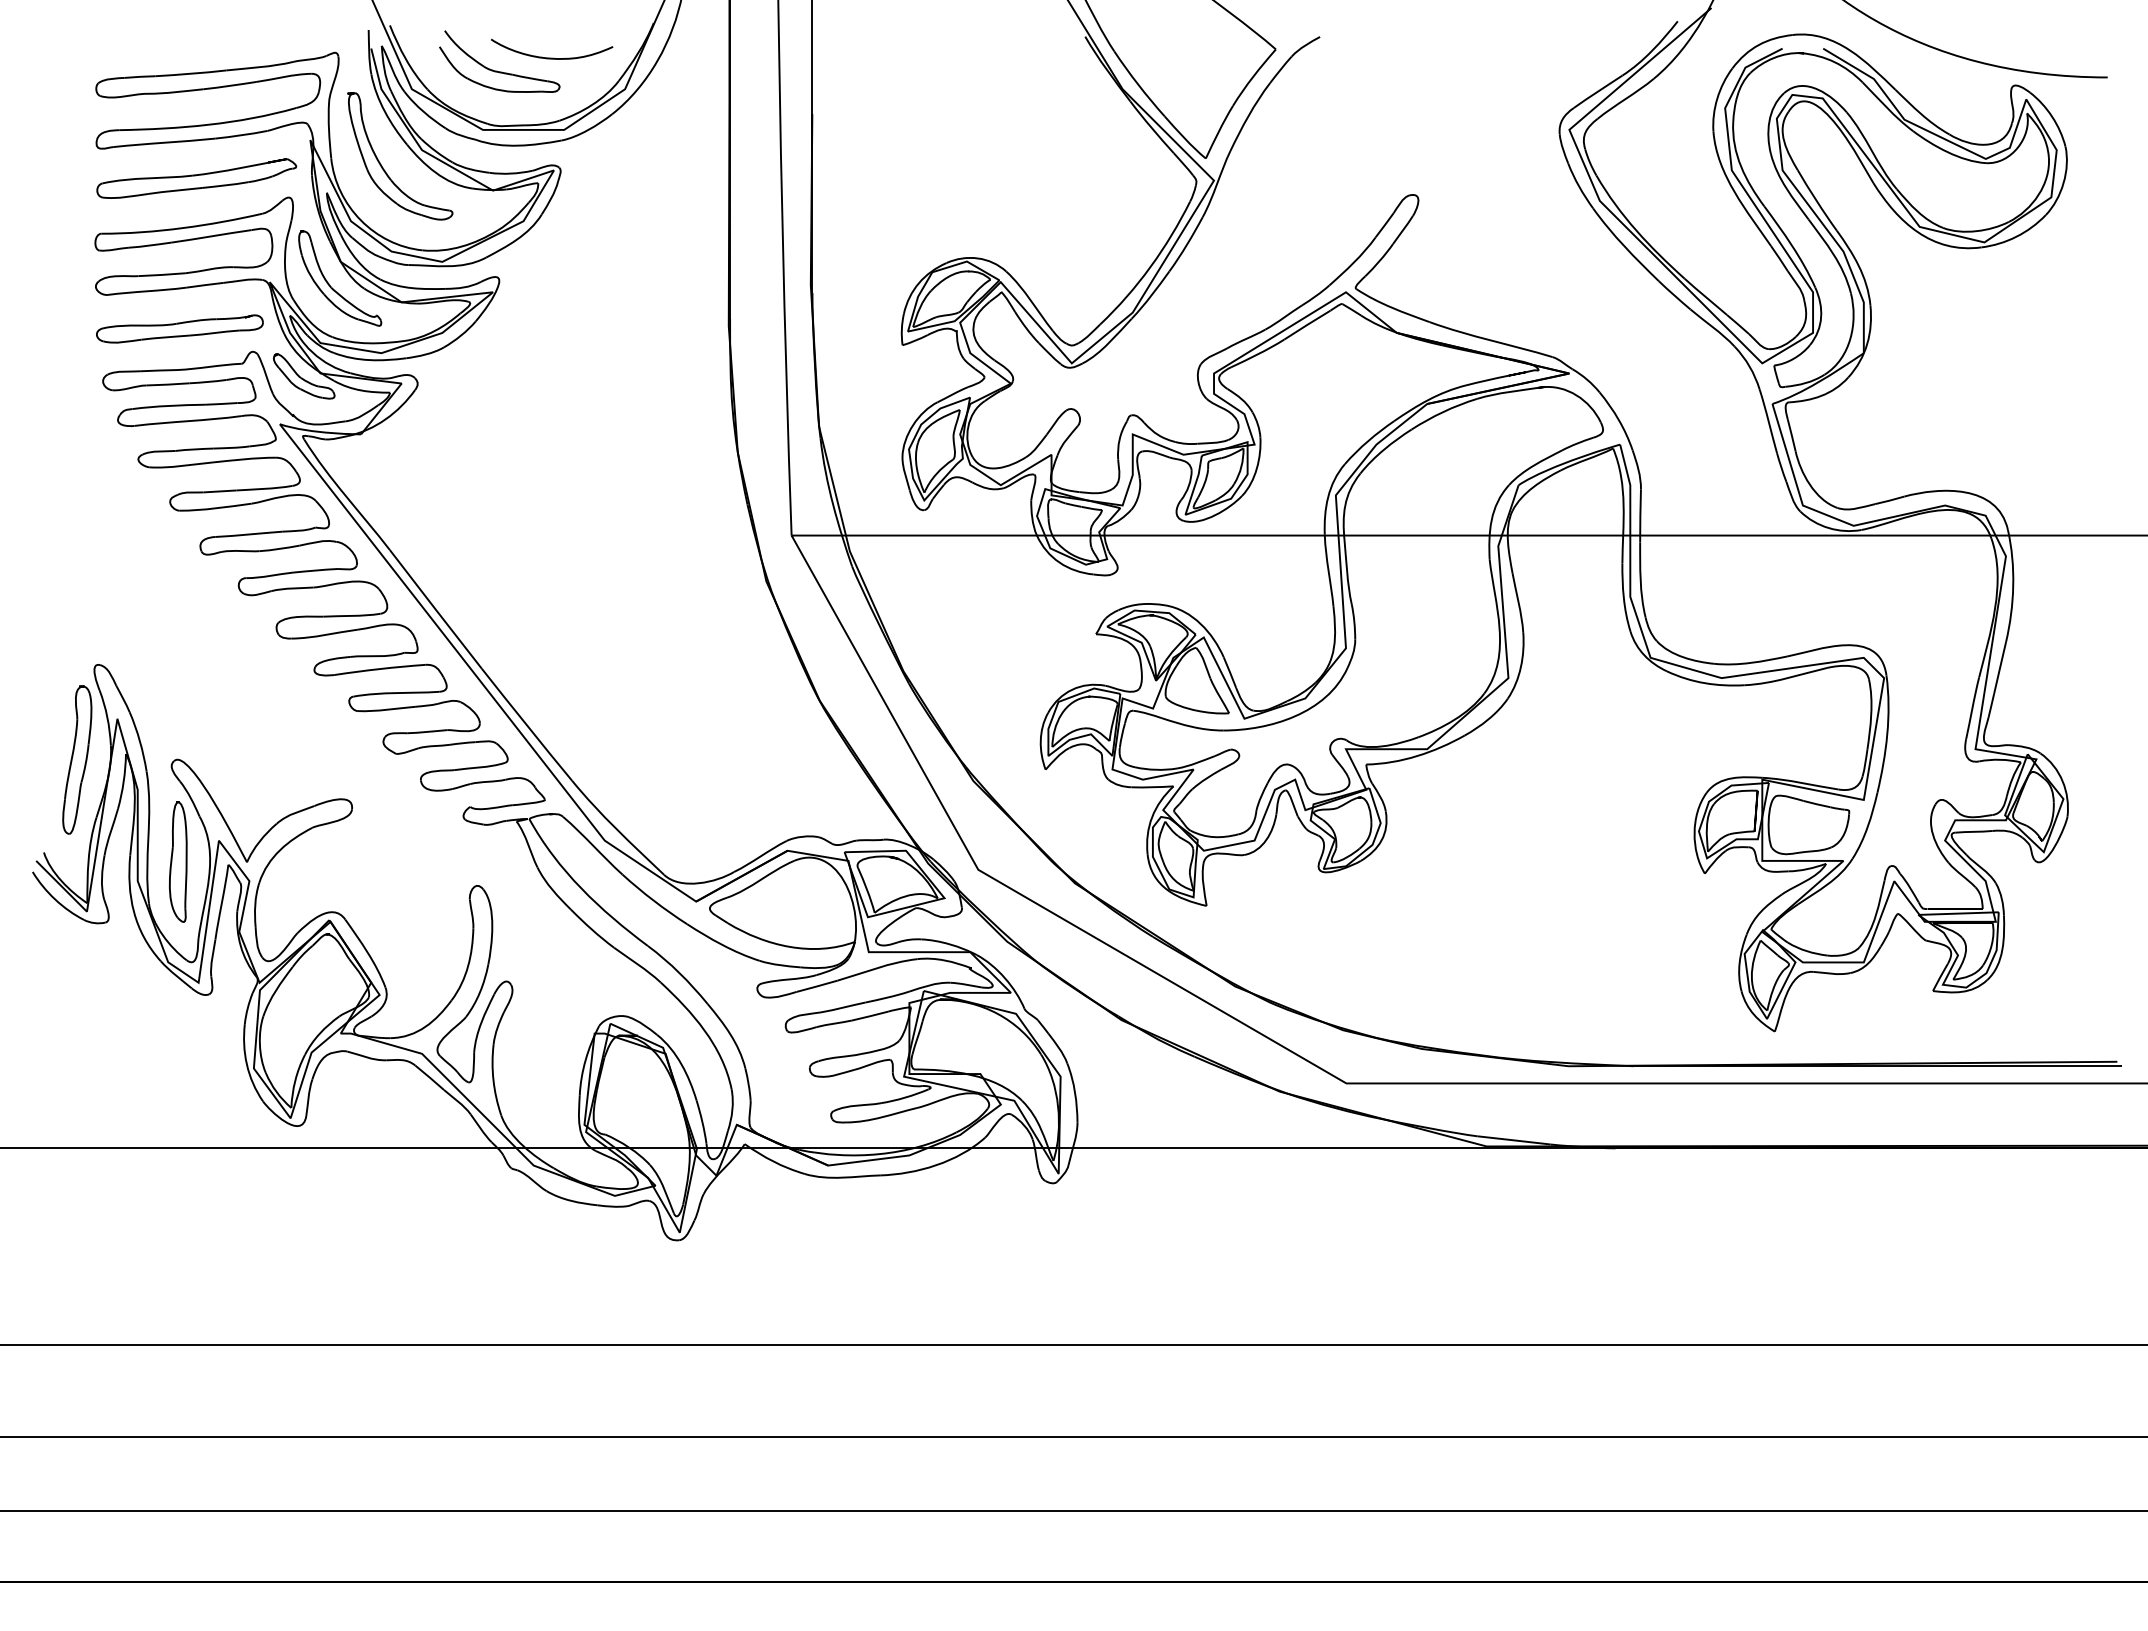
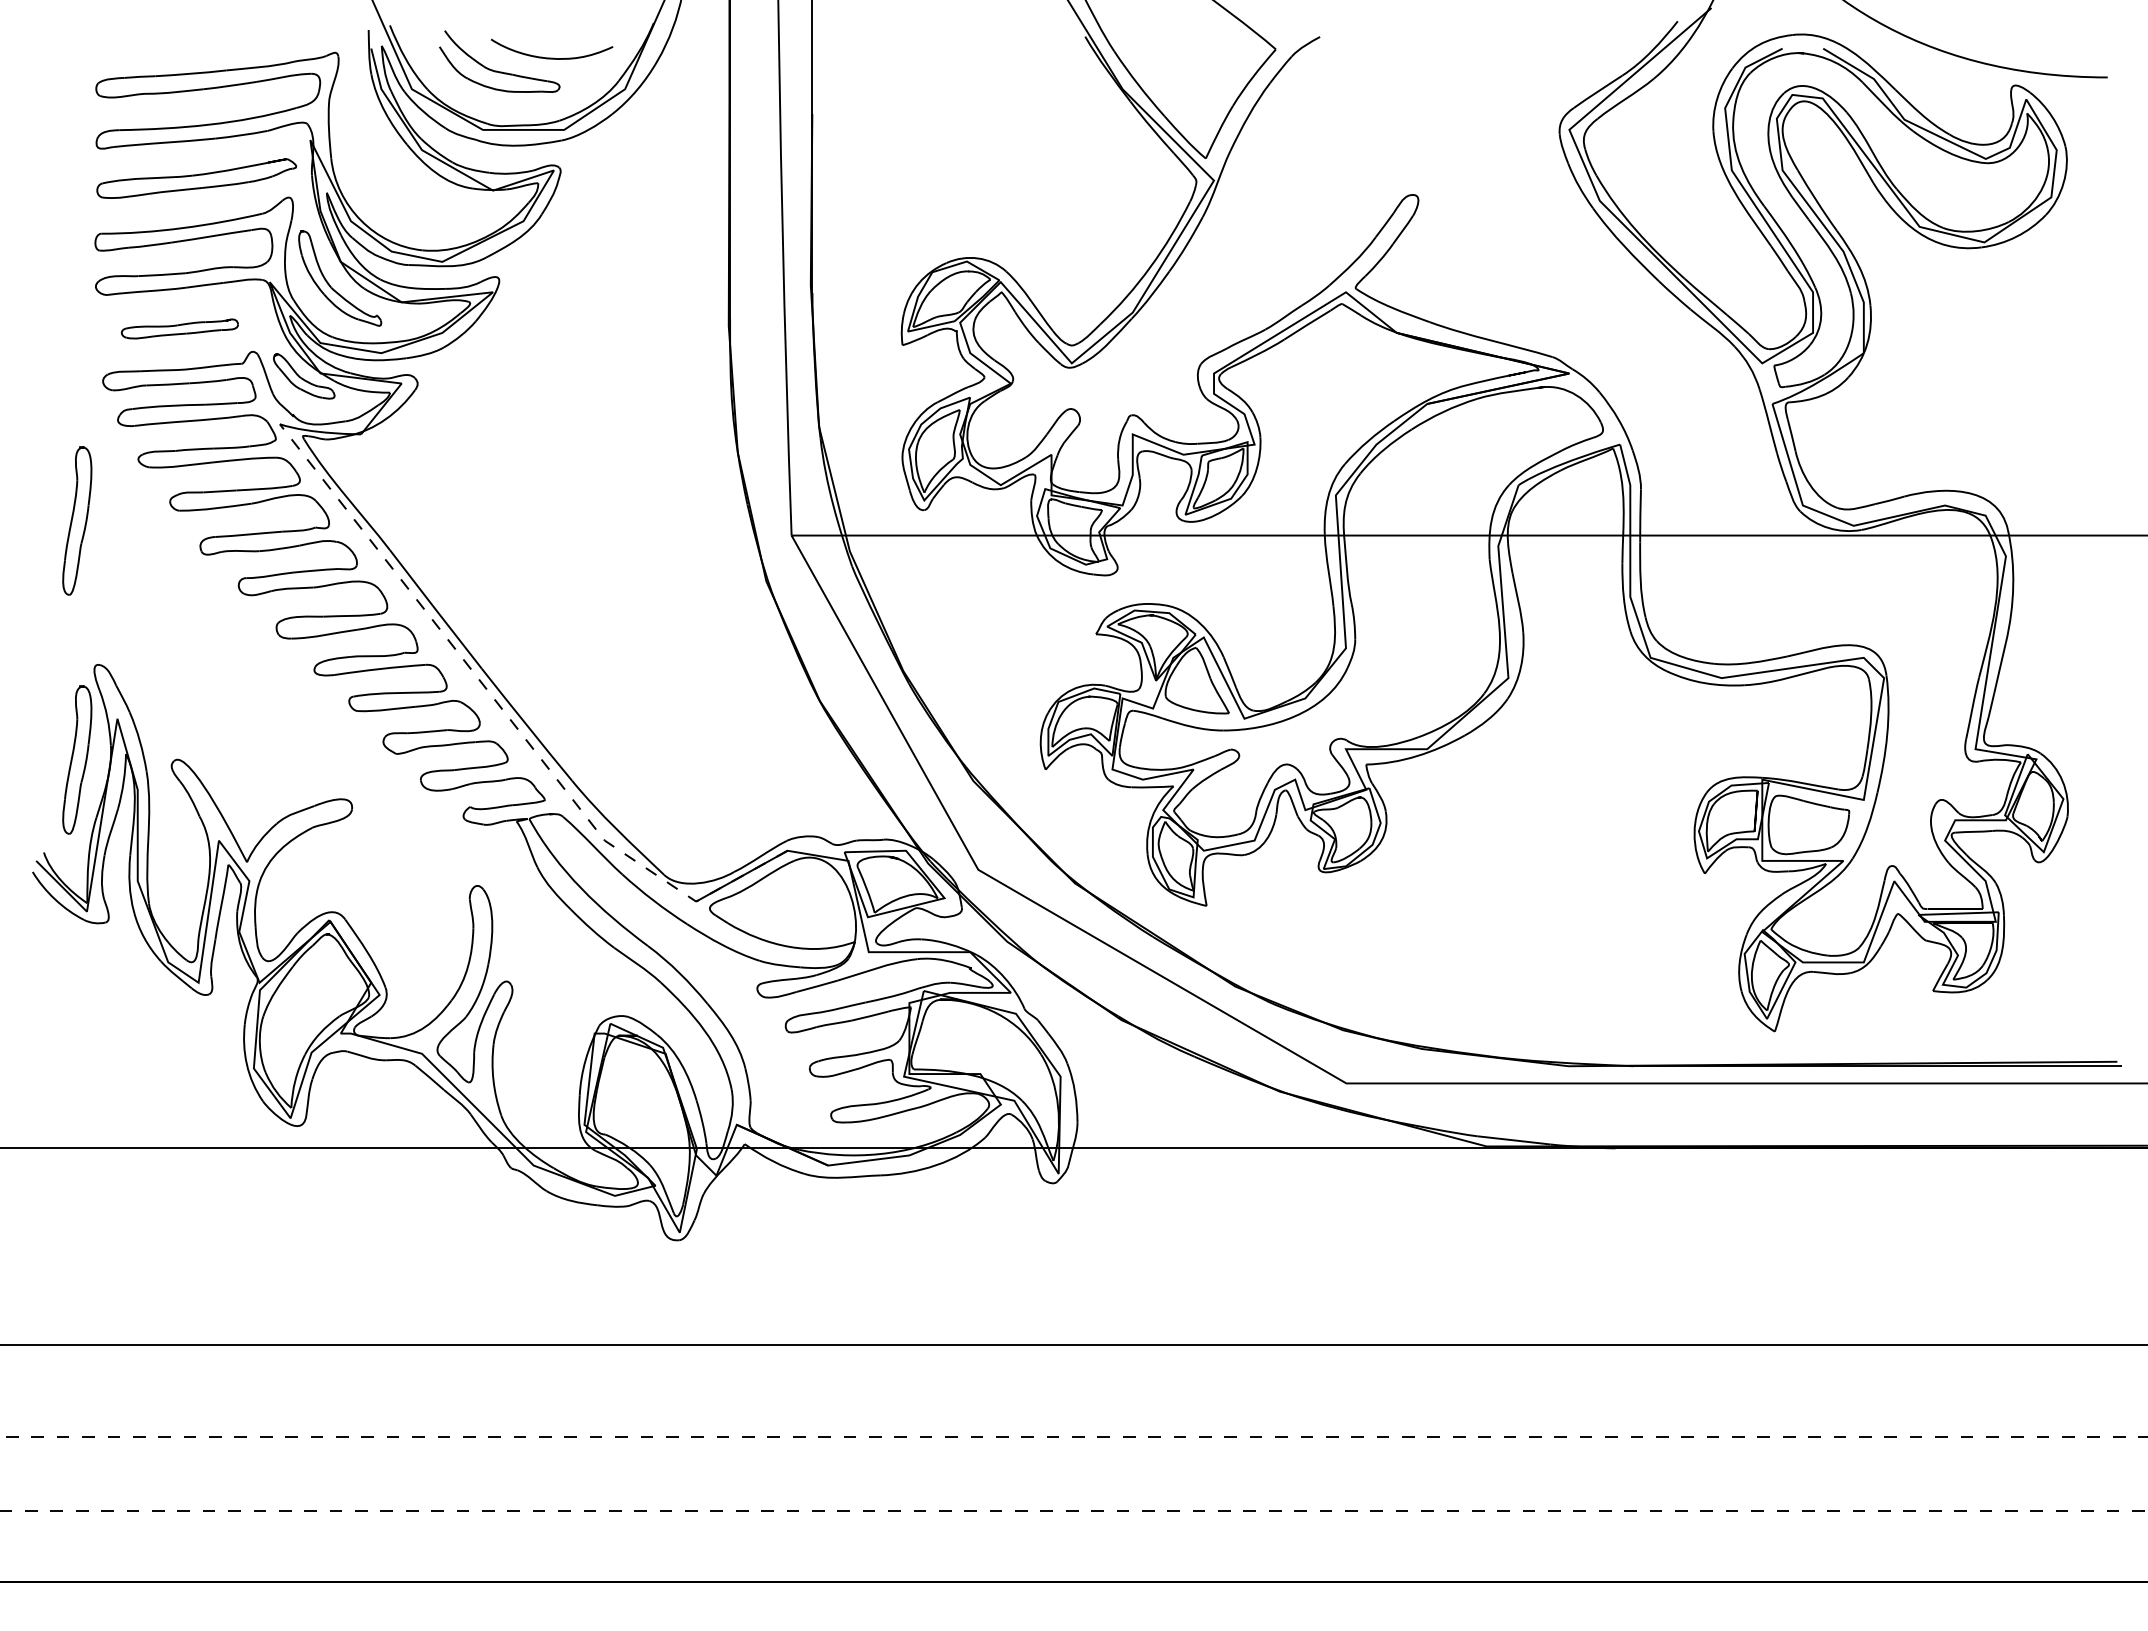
part at (382, 165): present -> none
part at (179, 328) size: 168x30 px -> 119x22 px
part at (77, 520): none -> present
line at (509, 717): solid -> dashed
part at (177, 861): present -> none
line at (1074, 1436): solid -> dashed
line at (1073, 1510): solid -> dashed
